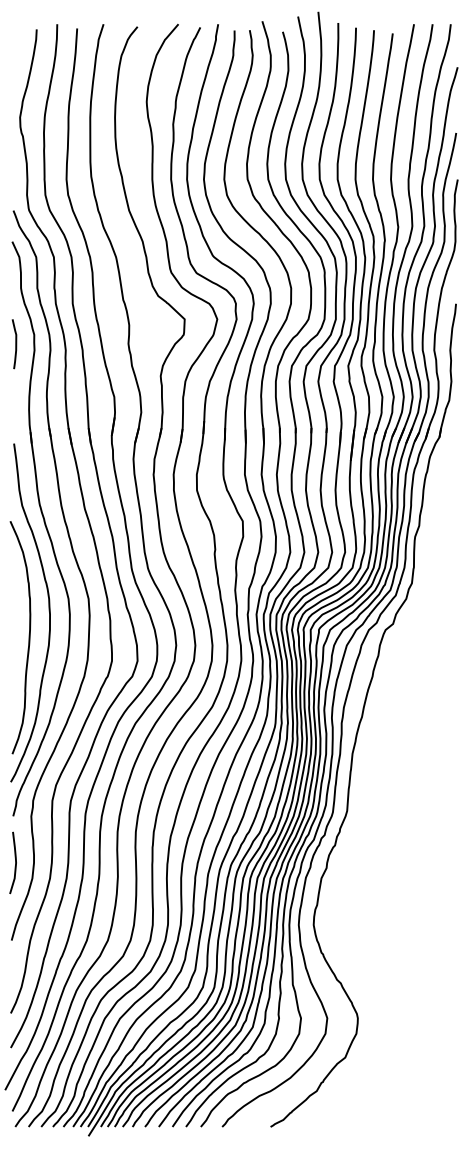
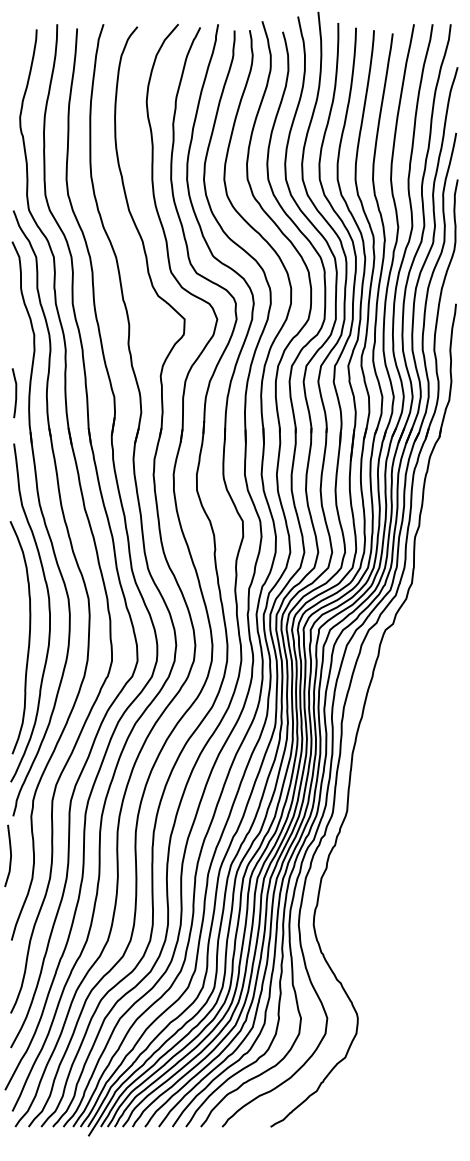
curve at (15, 344) position: (15, 344) -> (15, 393)
curve at (15, 862) position: (15, 862) -> (10, 855)
